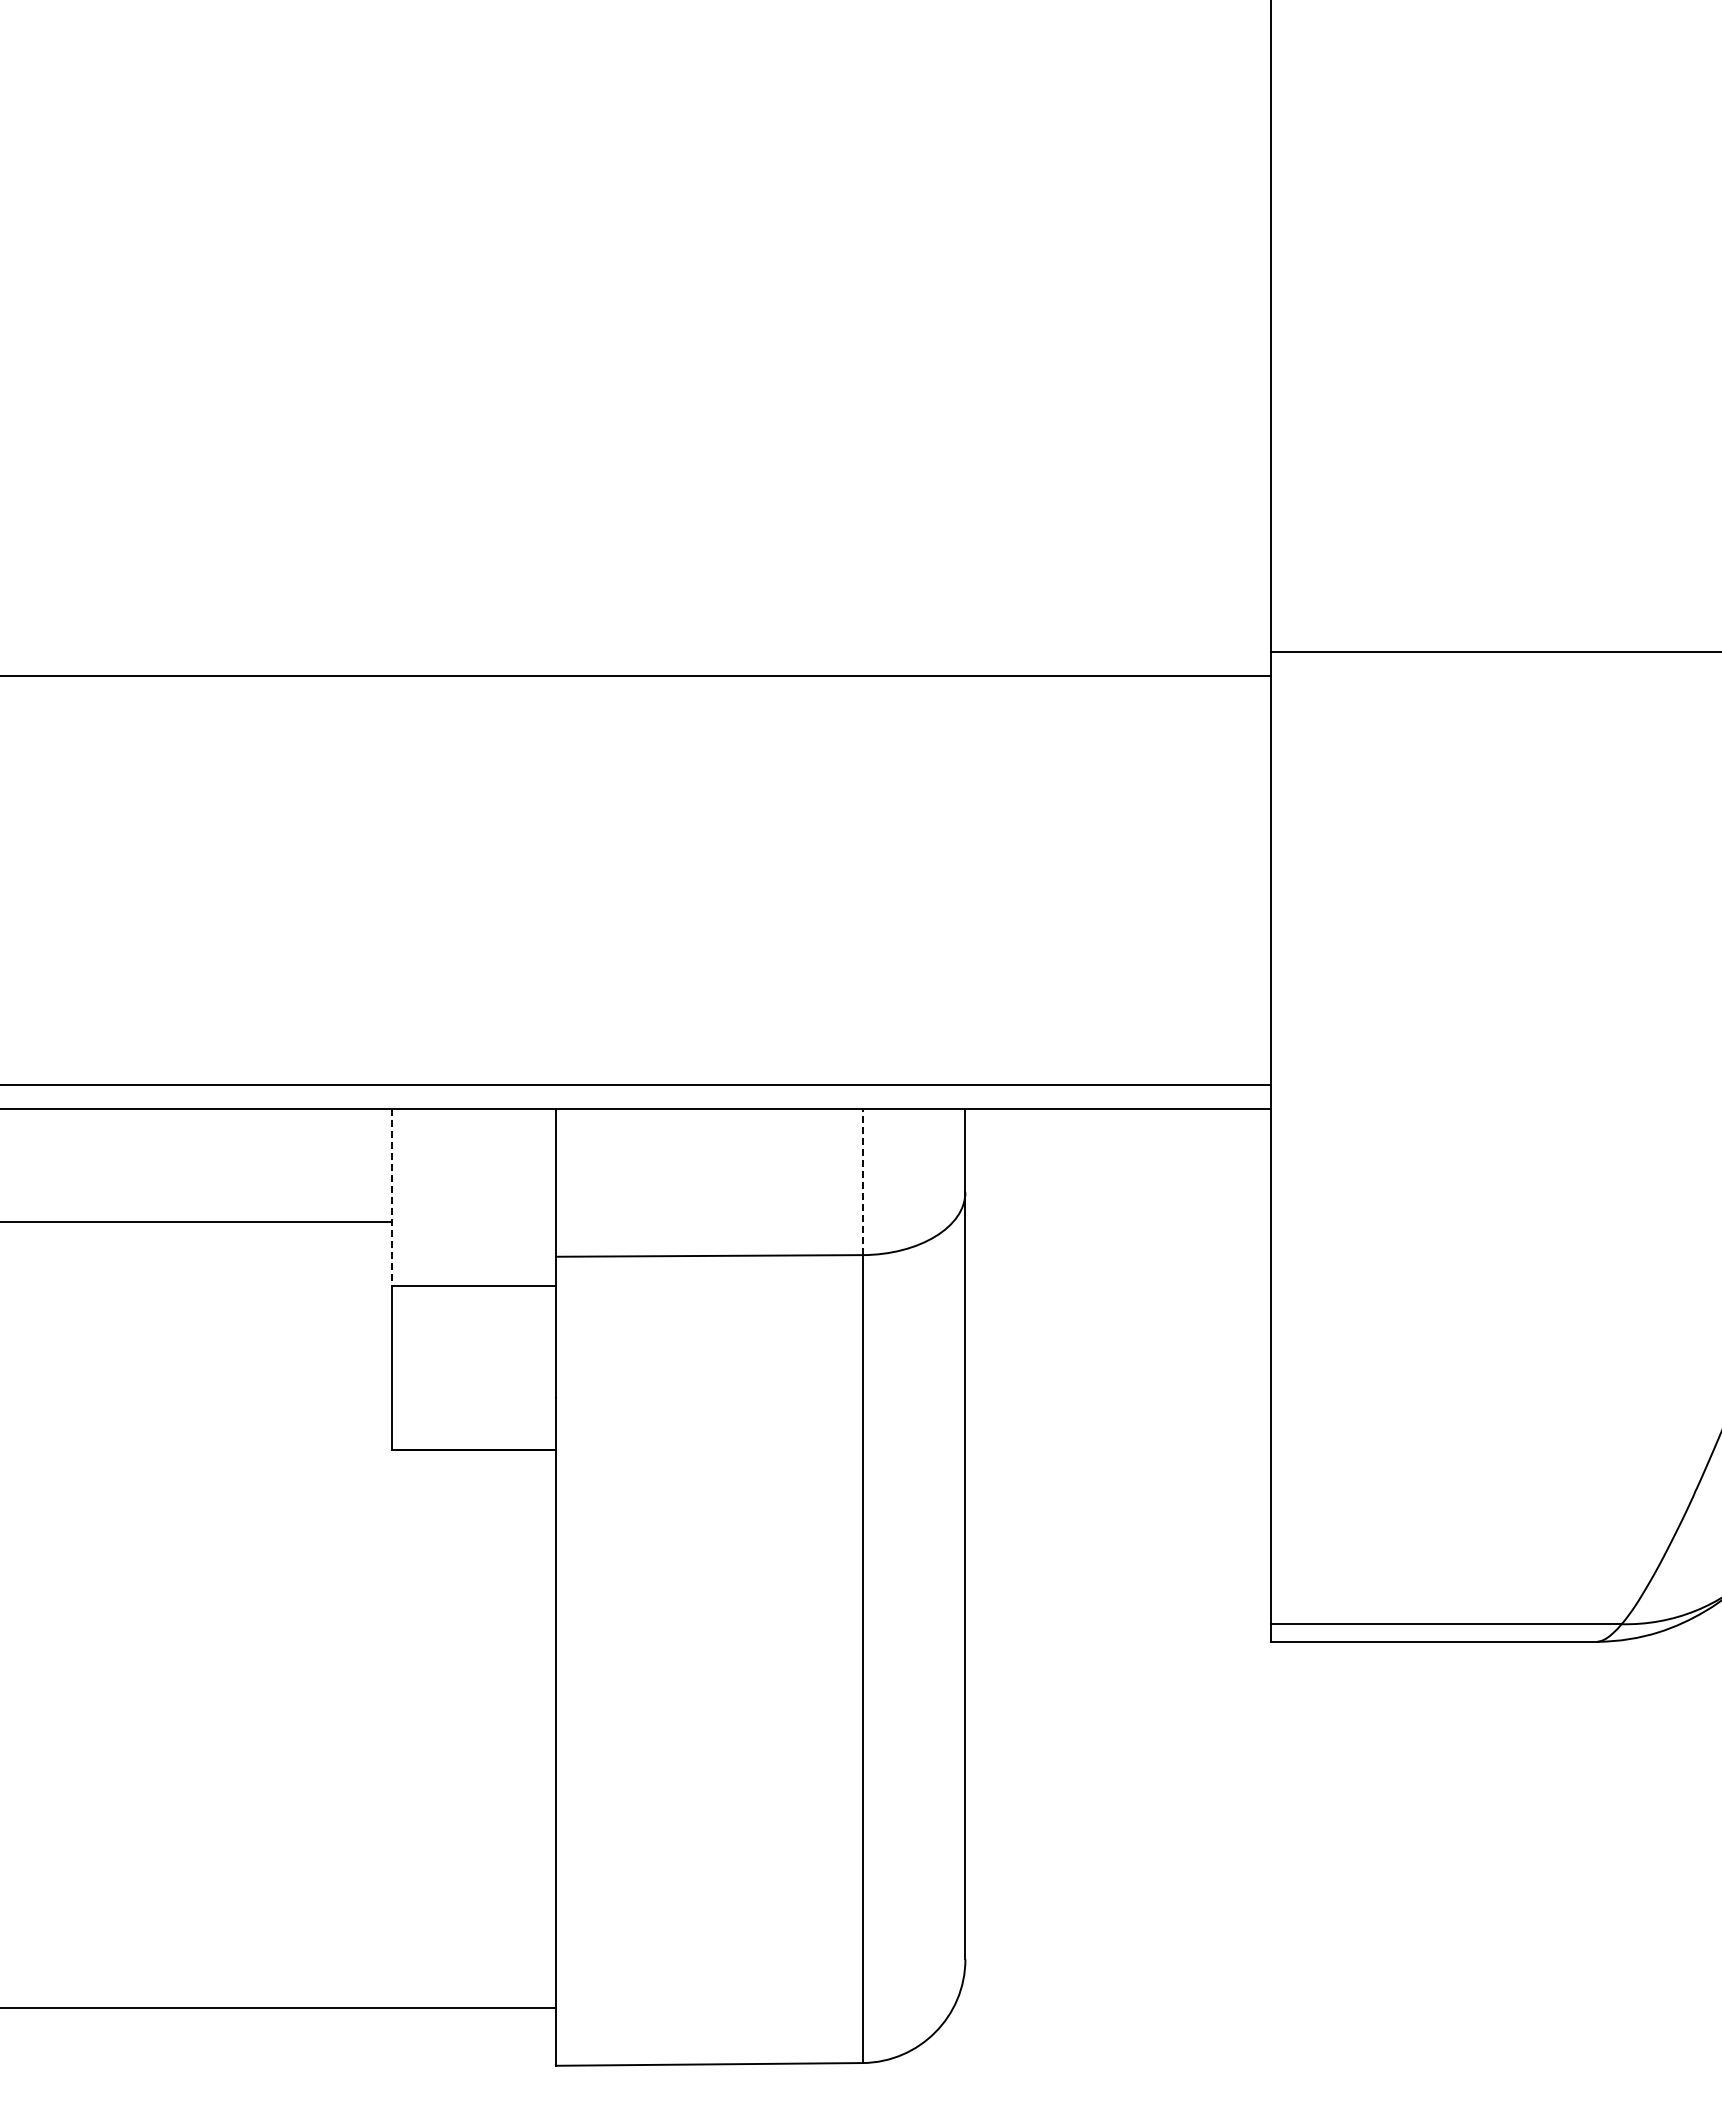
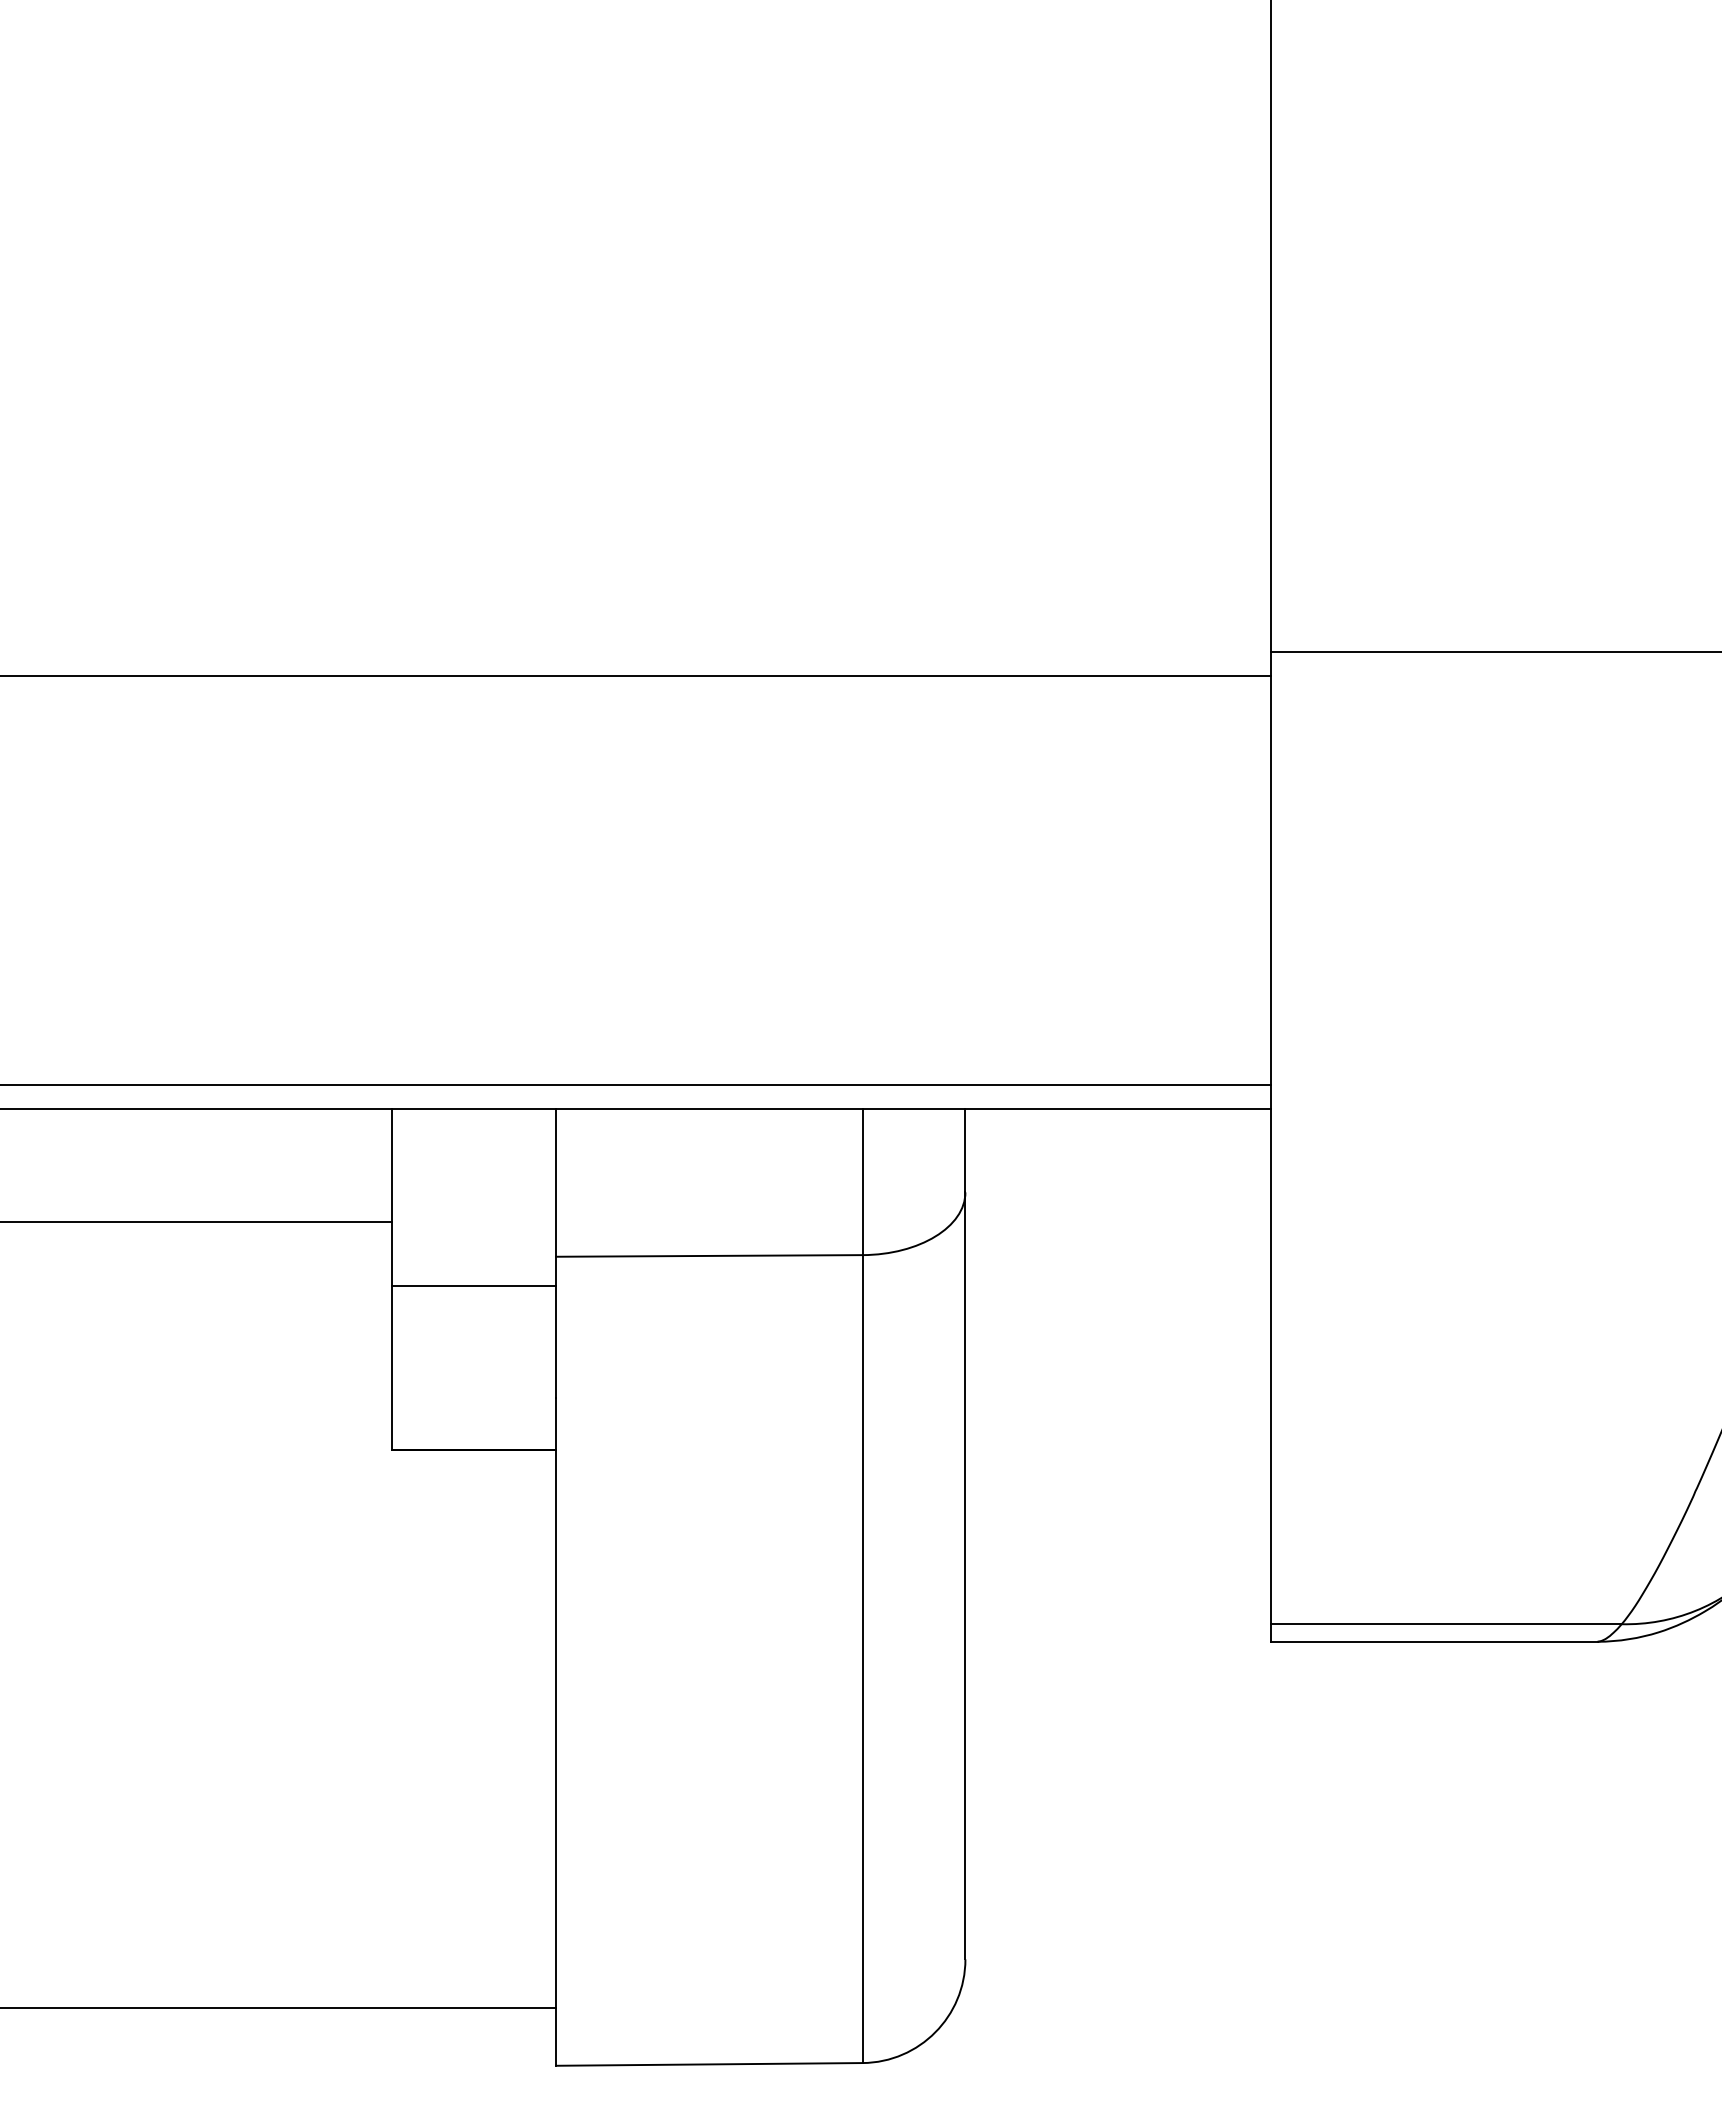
line at (862, 1182): dashed -> solid
line at (392, 1198): dashed -> solid
